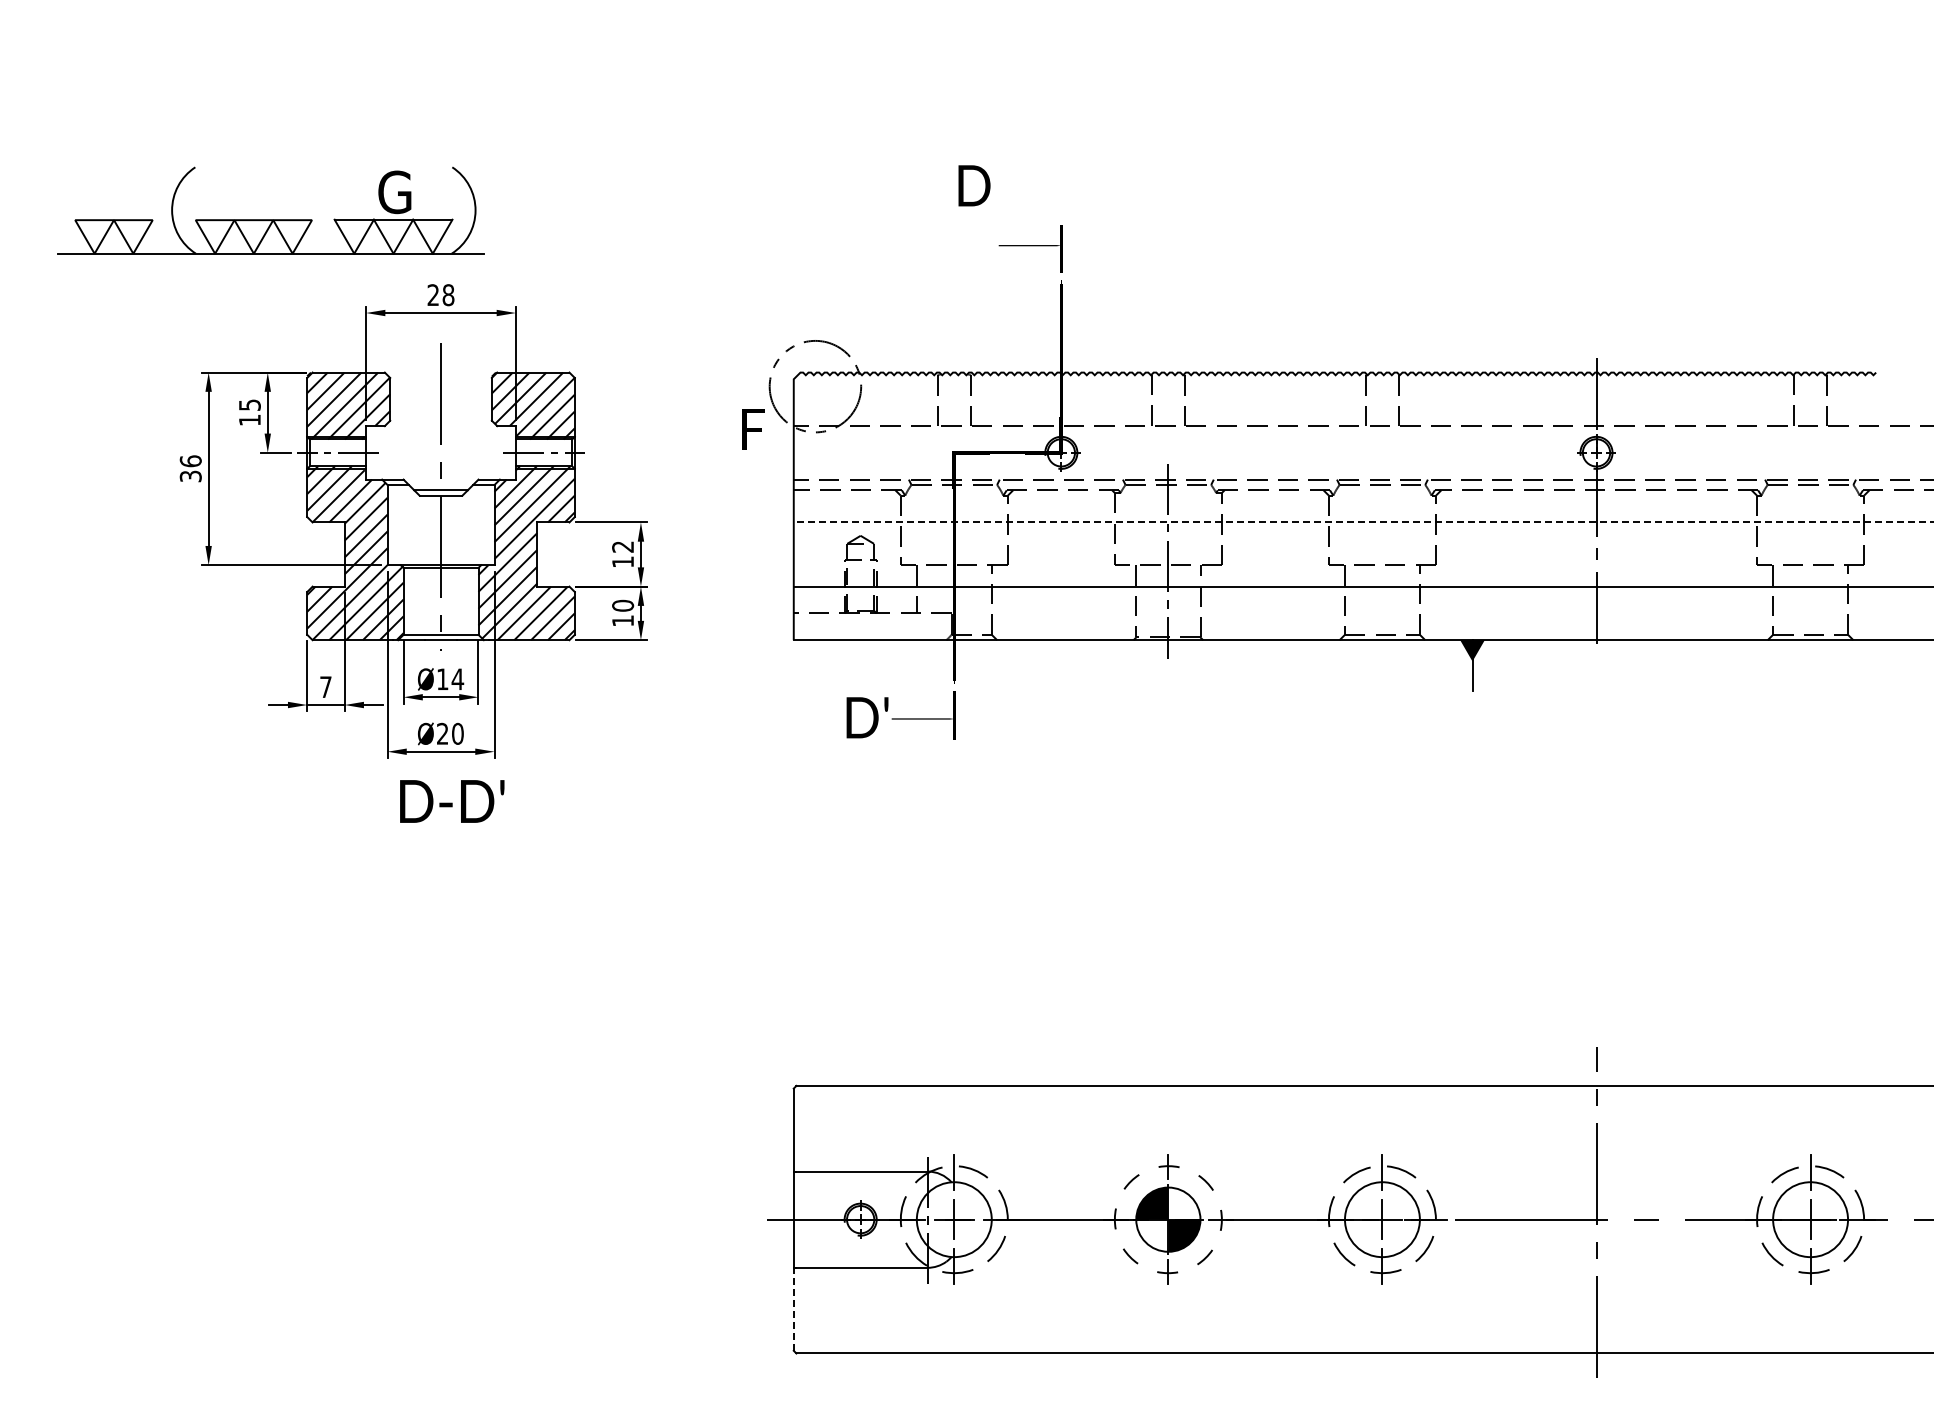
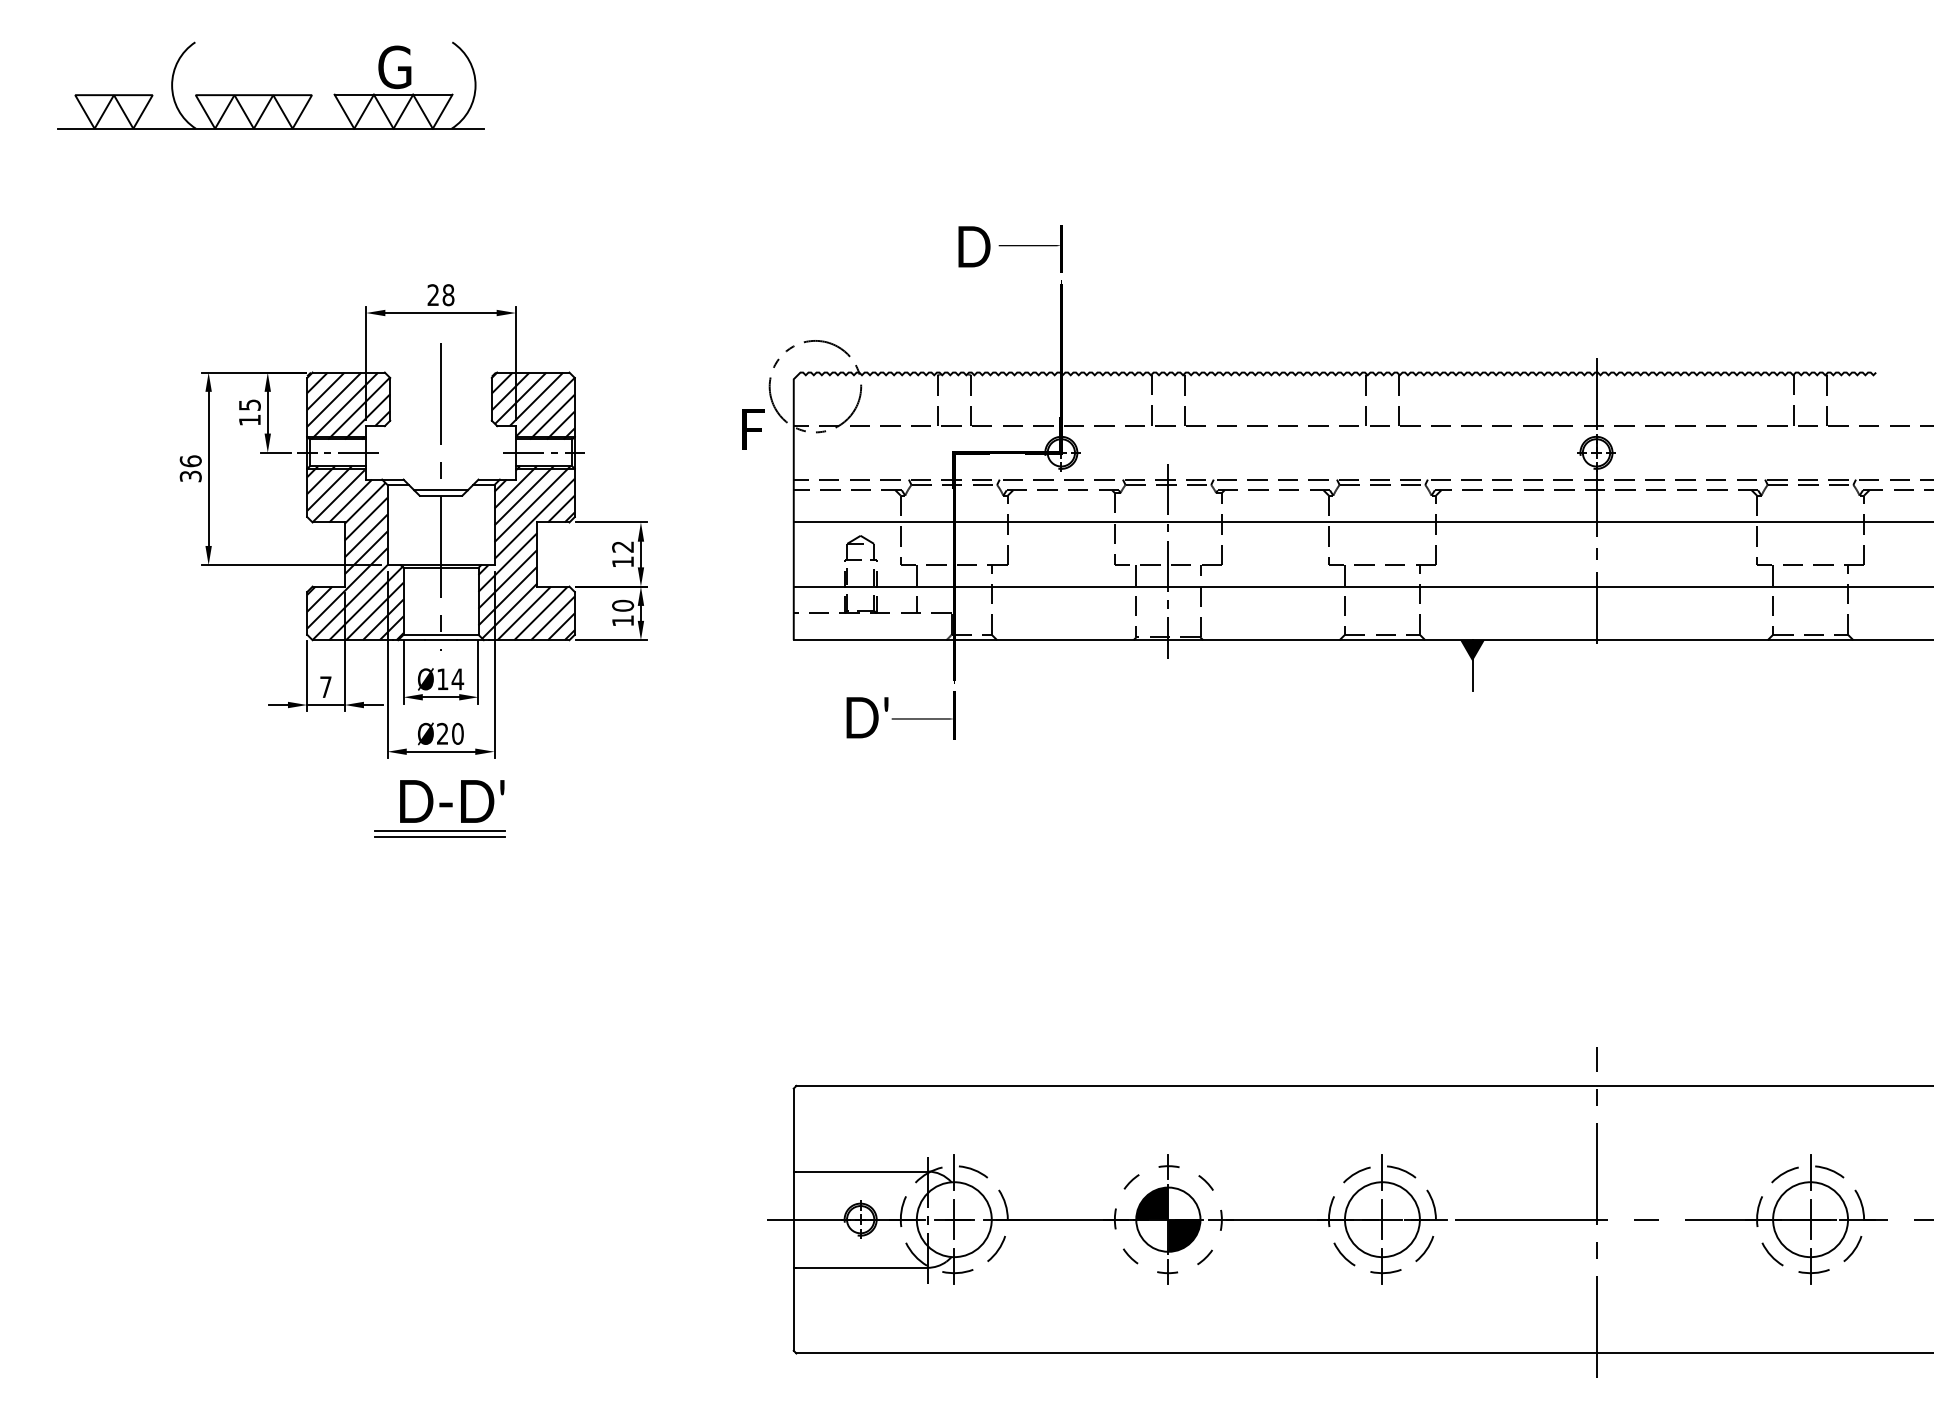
text at (974, 185) position: (974, 185) -> (974, 246)
part at (270, 219) position: (270, 219) -> (270, 94)
line at (1363, 522): dashed -> solid
line at (440, 831): none -> present
line at (440, 836): none -> present
line at (793, 1308): dashed -> solid
